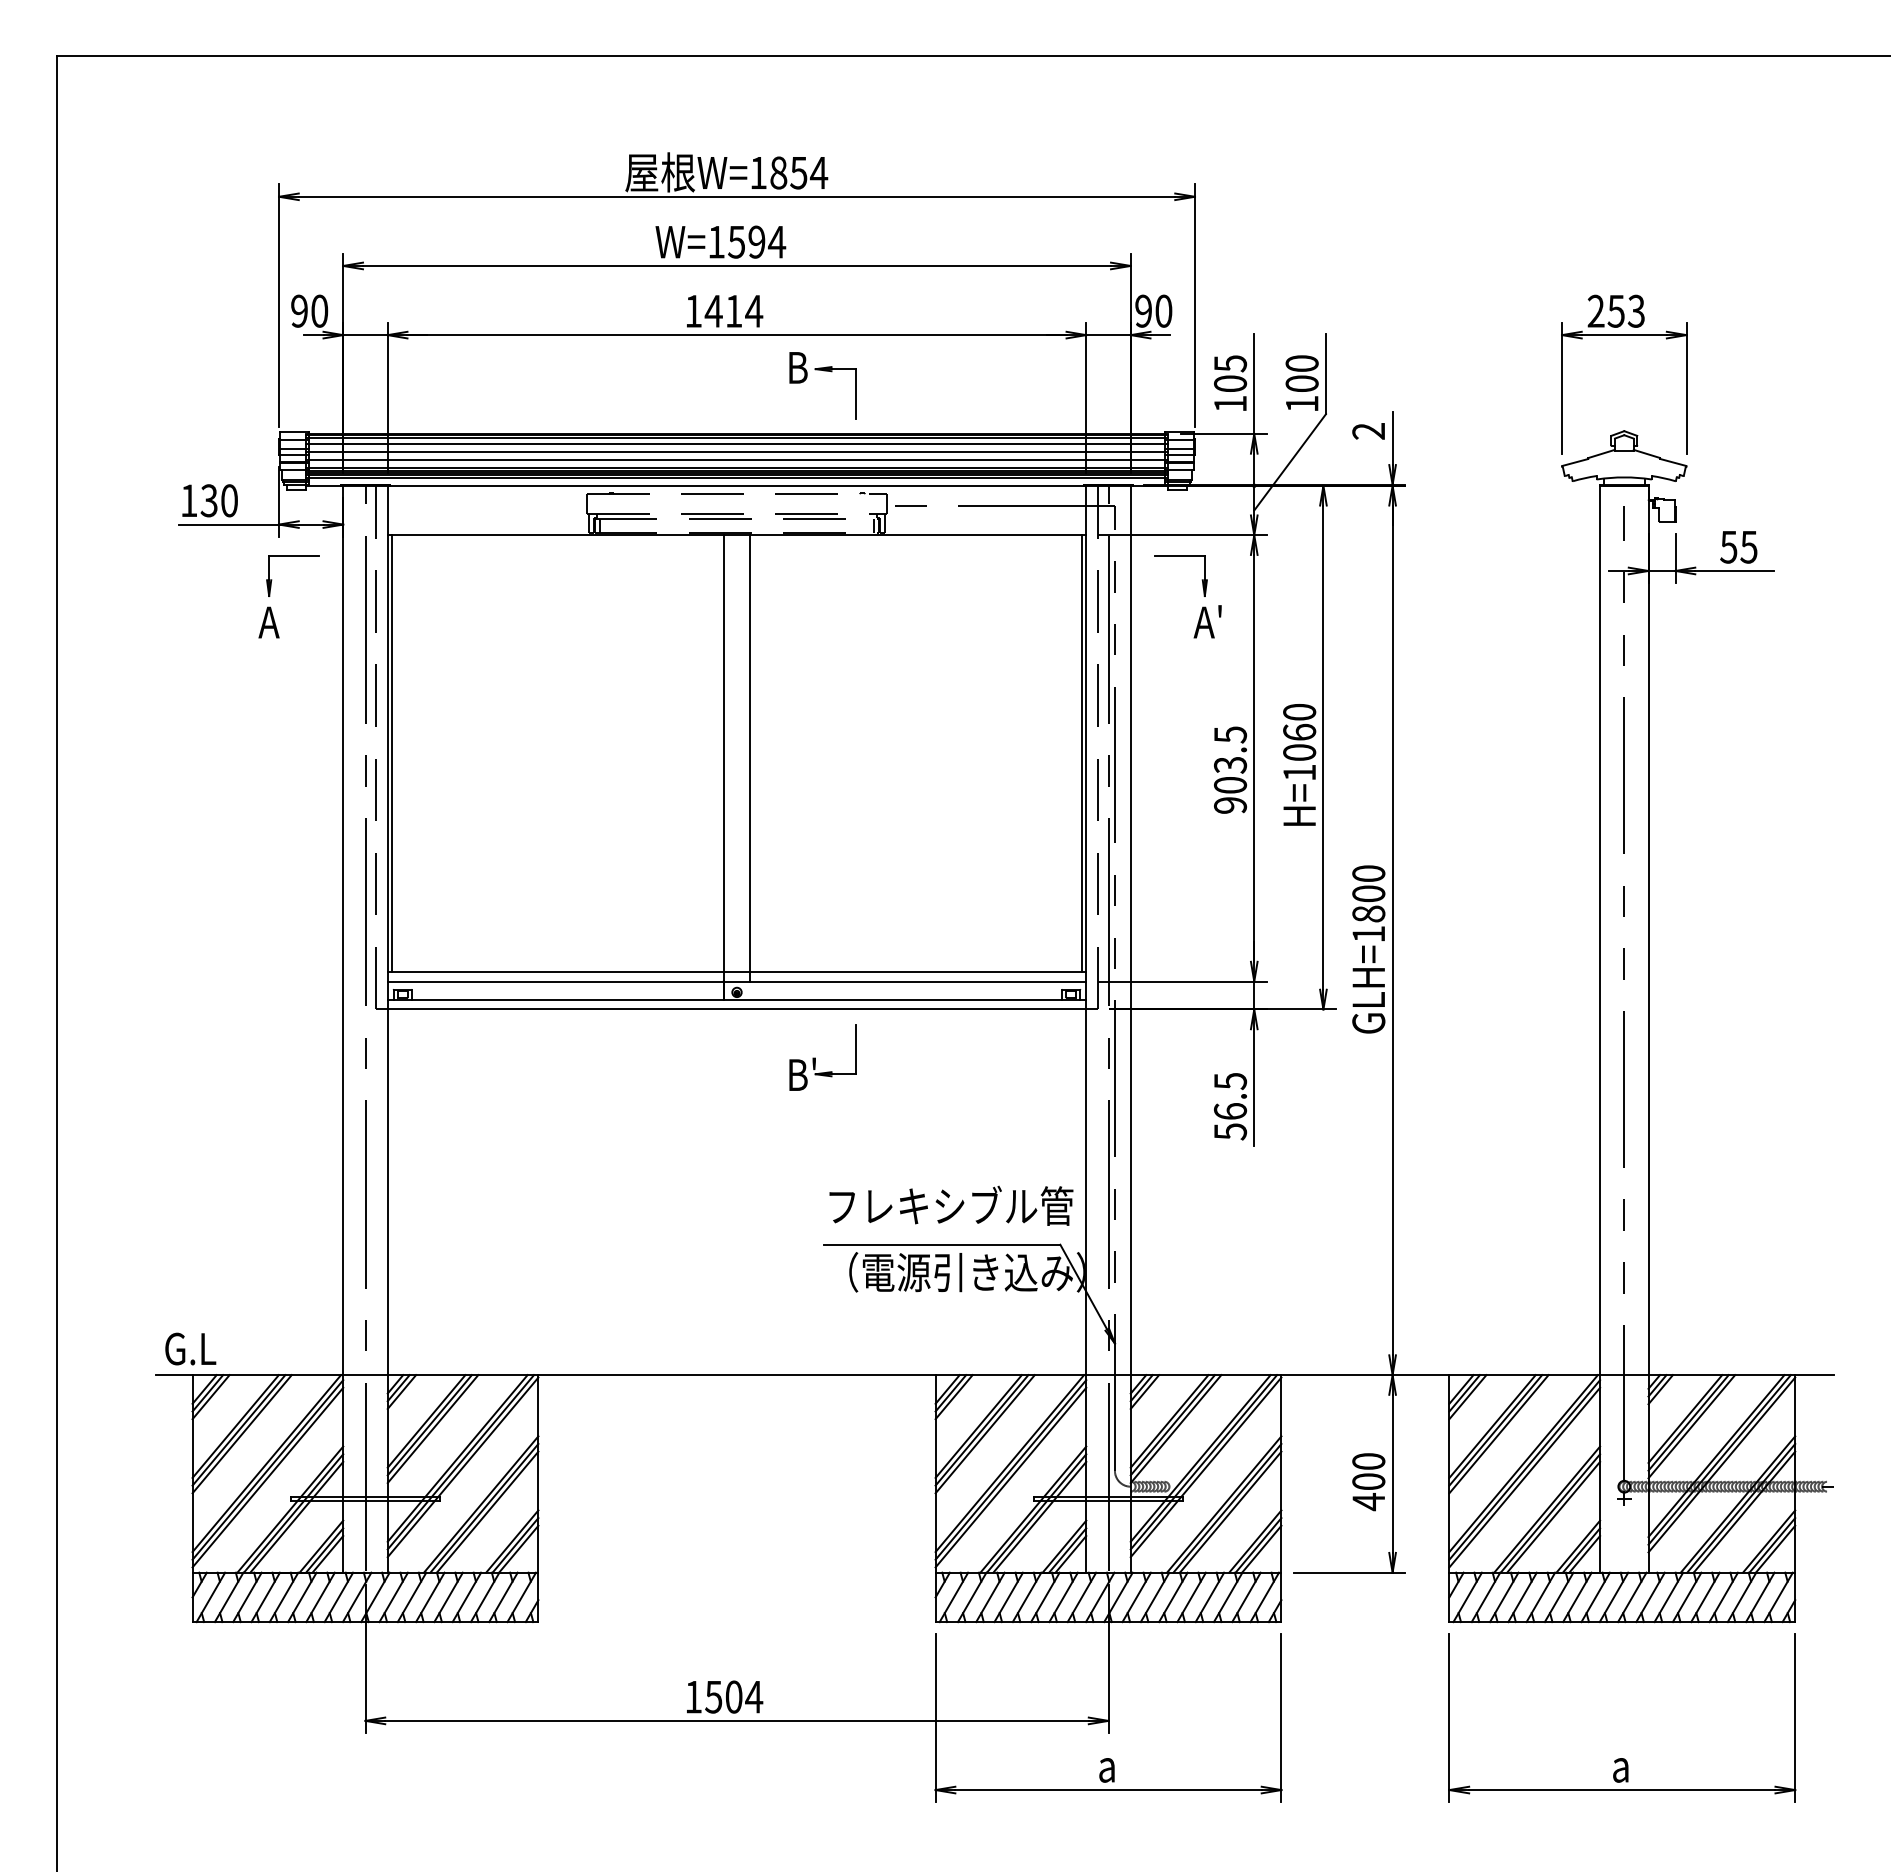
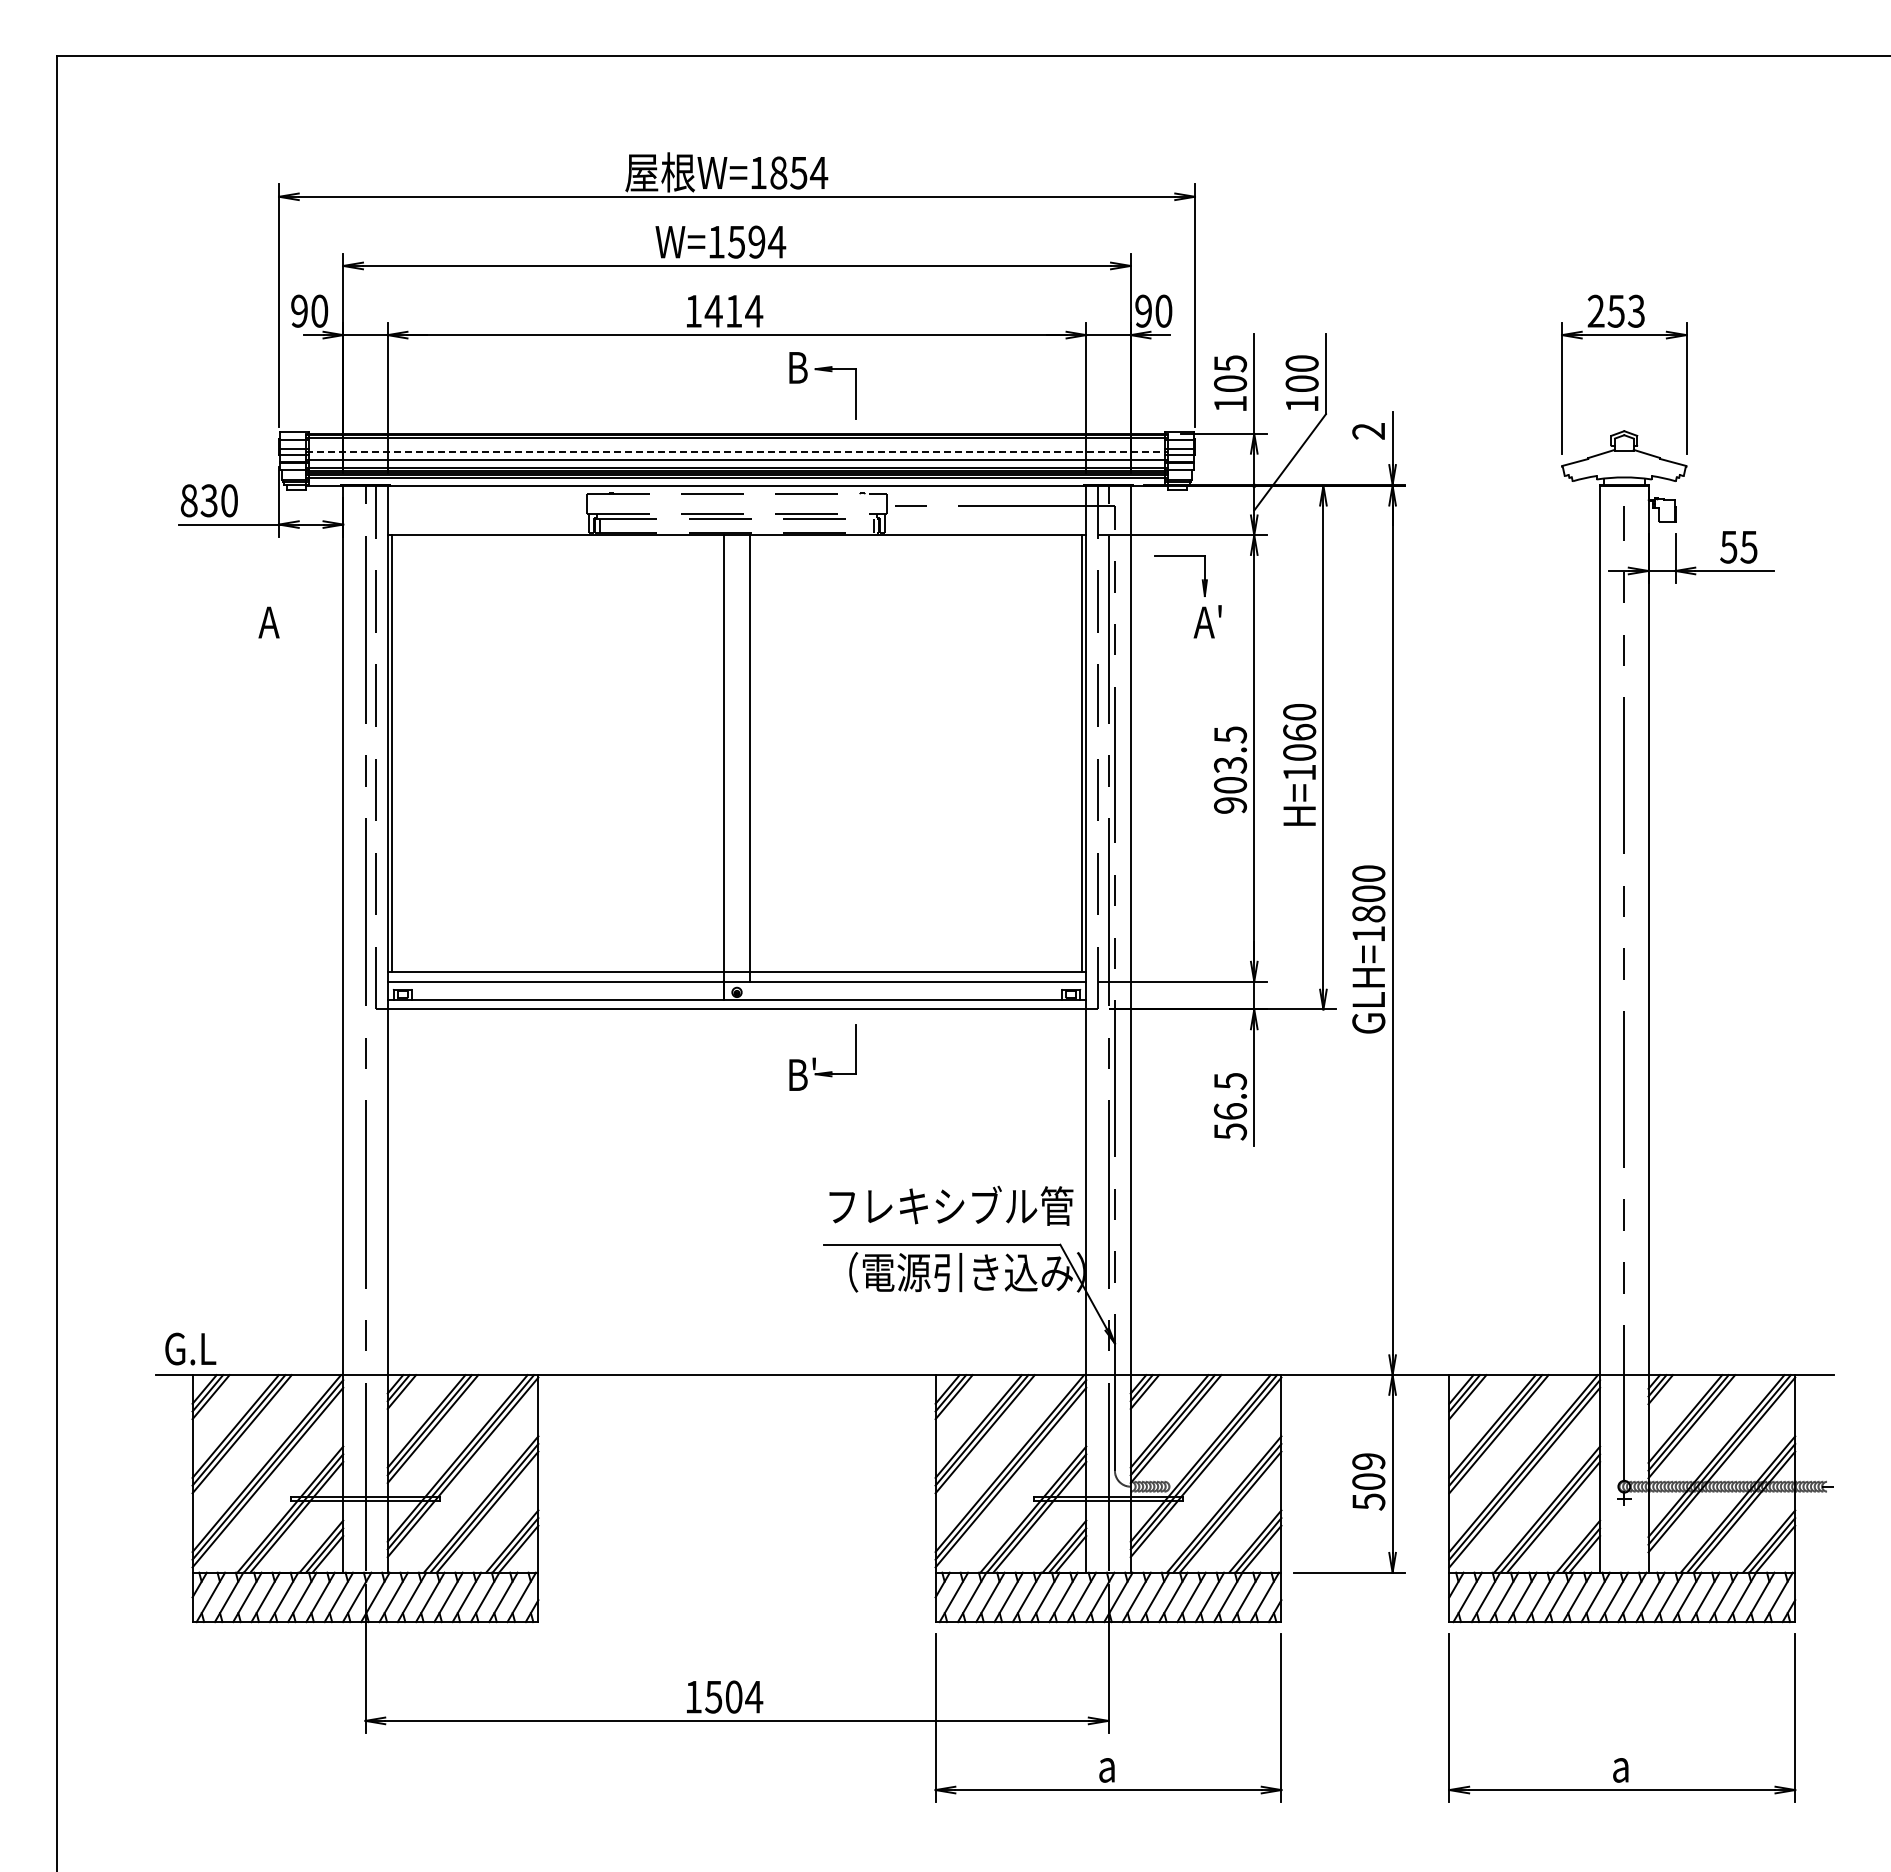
line at (736, 444): present -> none
line at (737, 451): solid -> dashed
text at (188, 500): 130 -> 830
part at (292, 556): present -> none
text at (1368, 1482): 400 -> 509
